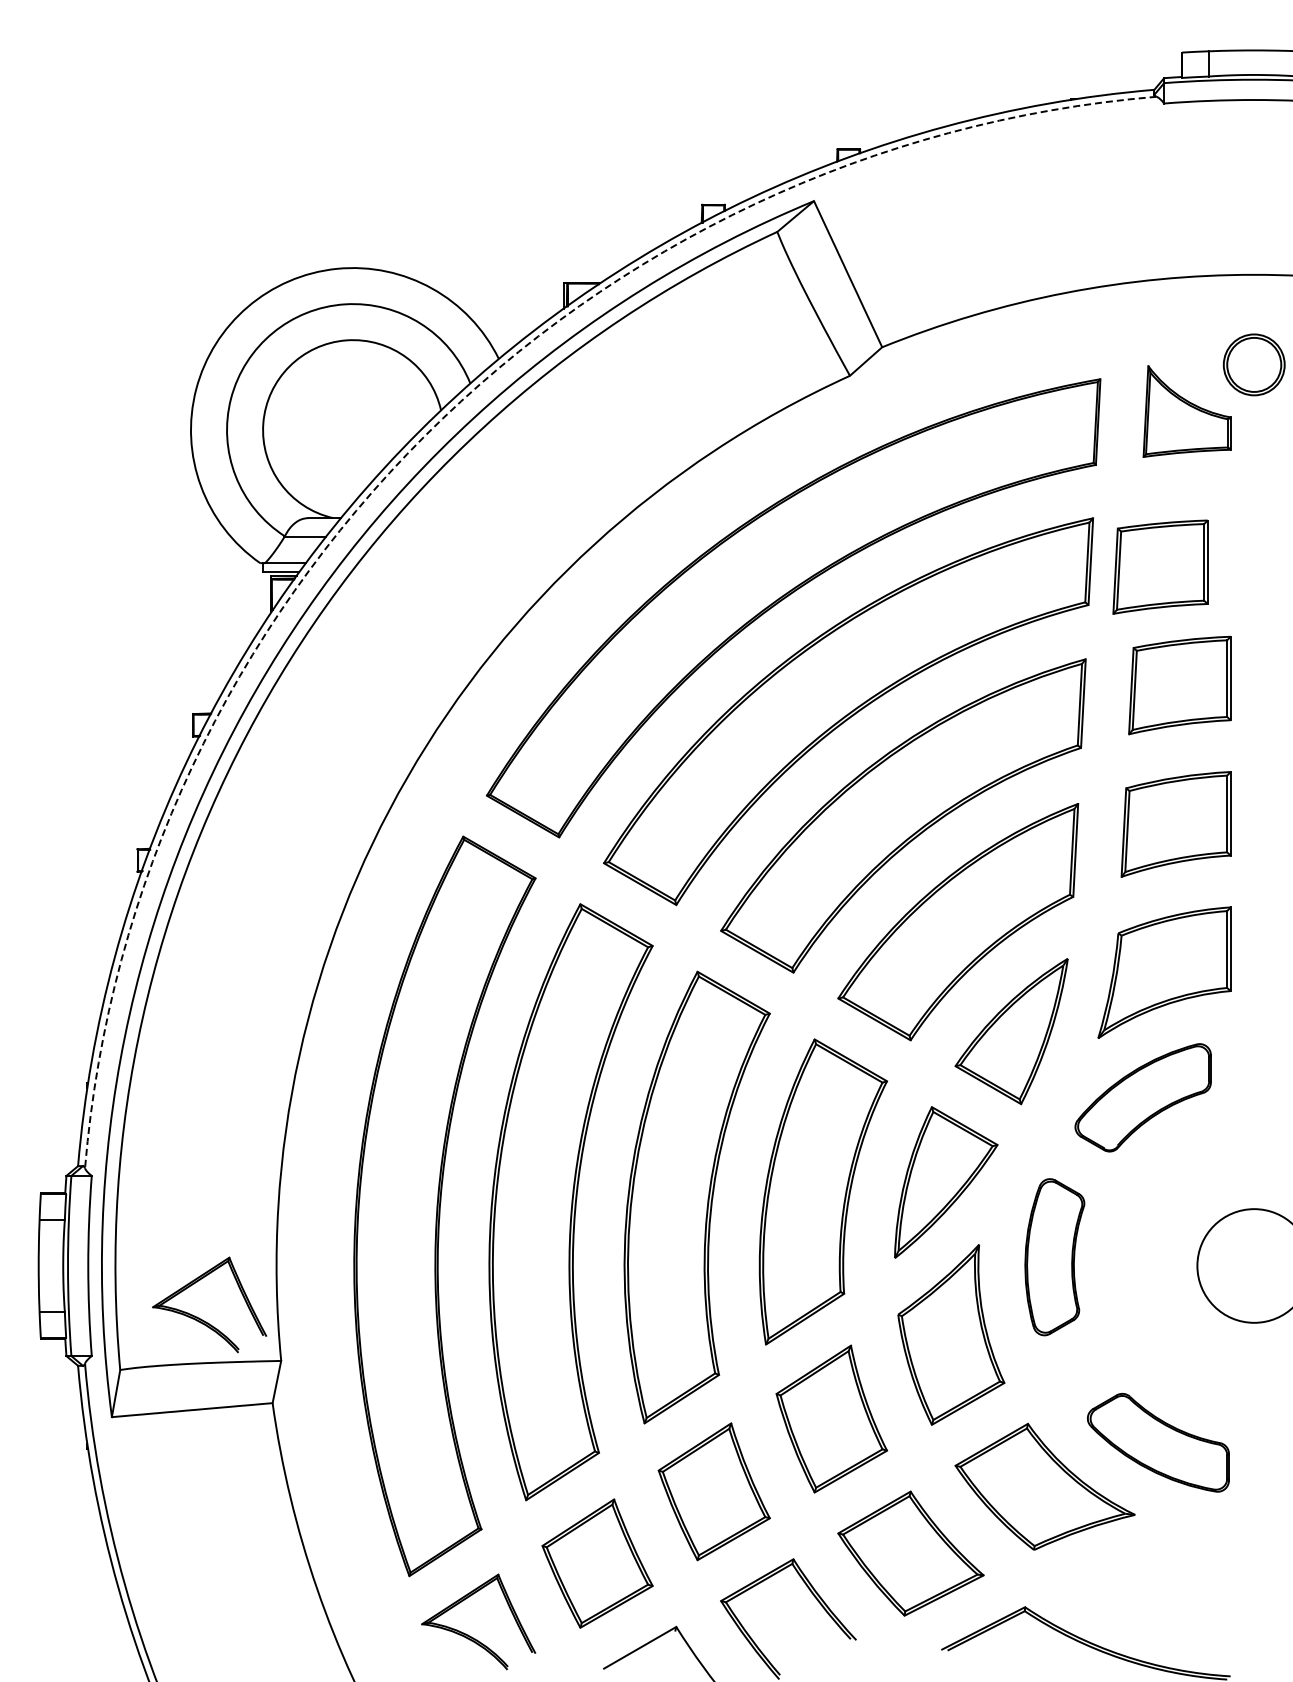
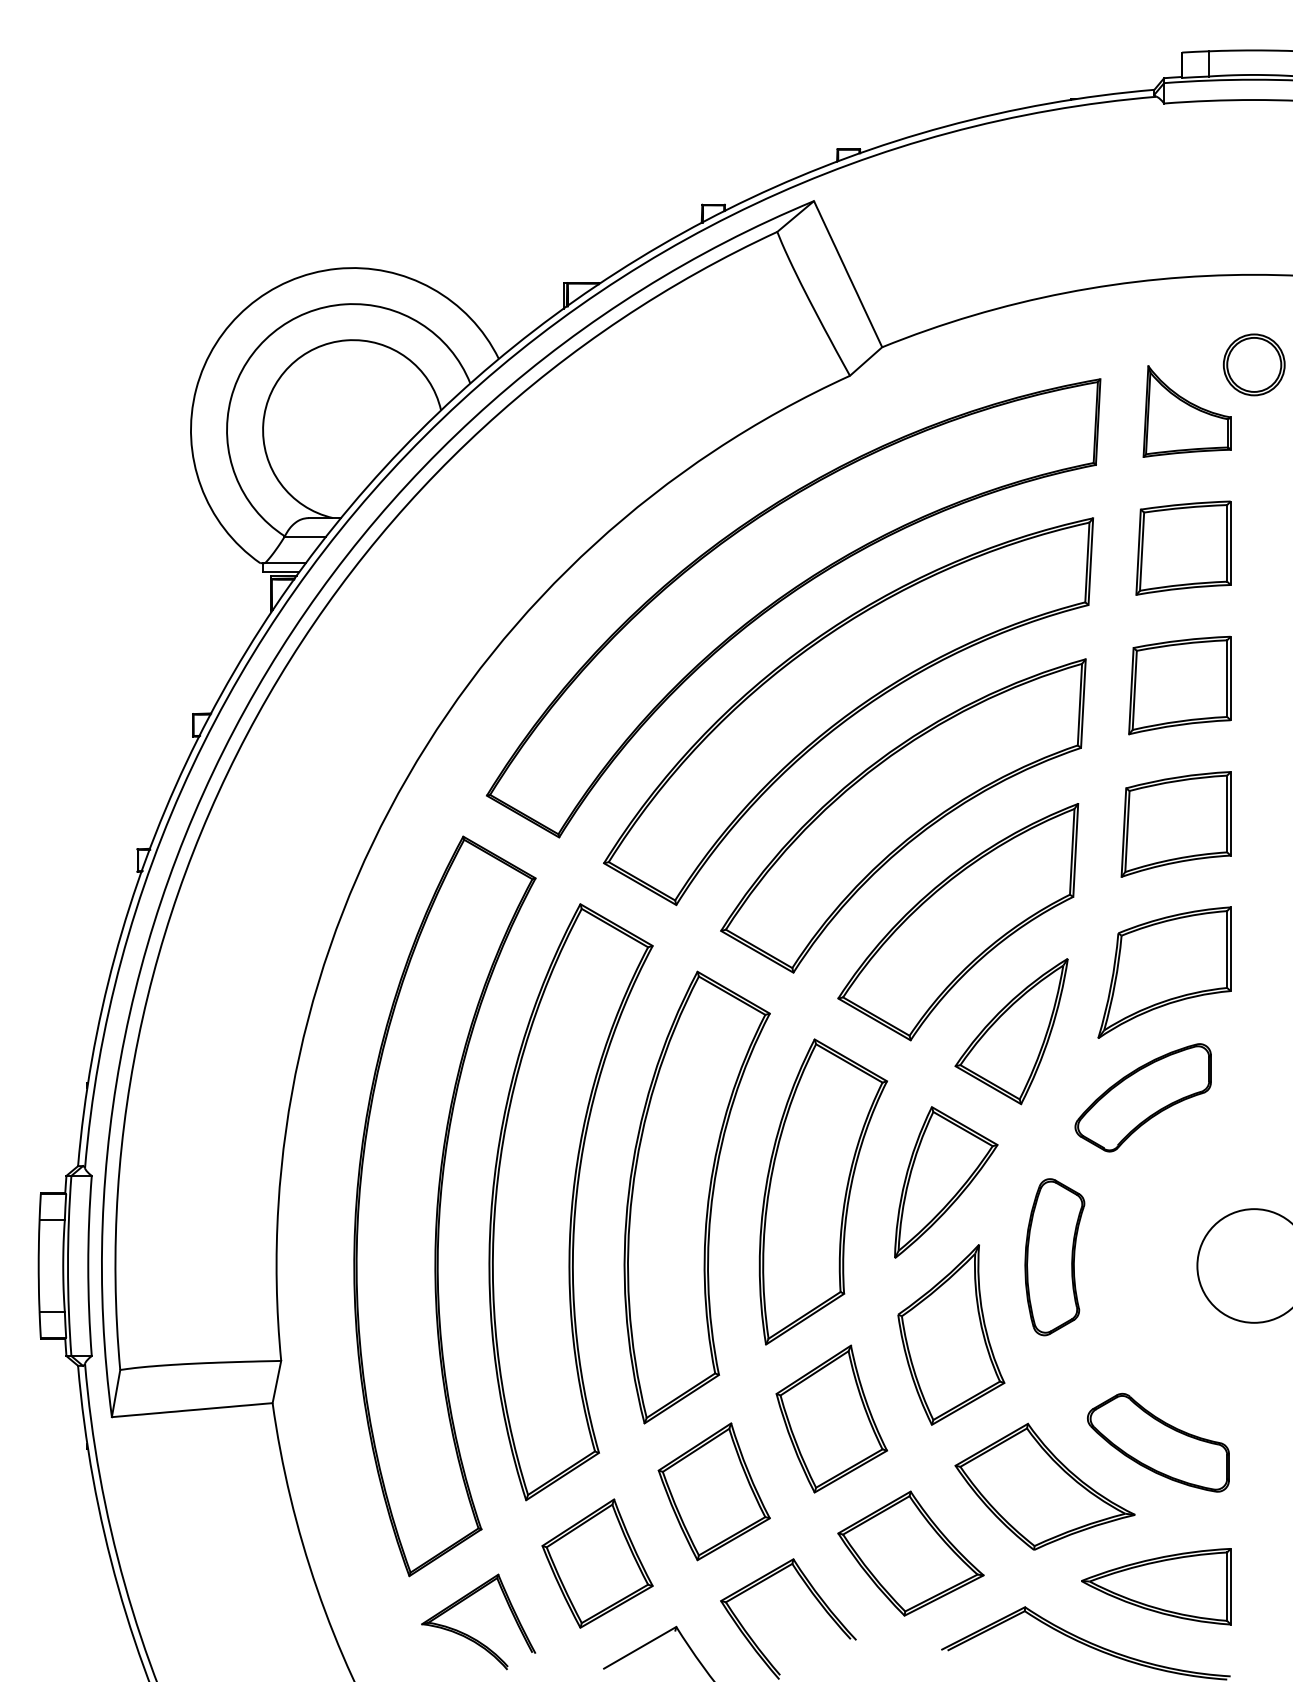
arc at (424, 436): dashed -> solid
part at (1160, 566) position: (1160, 566) -> (1183, 547)
part at (199, 1317): present -> none
part at (1156, 1586): none -> present
